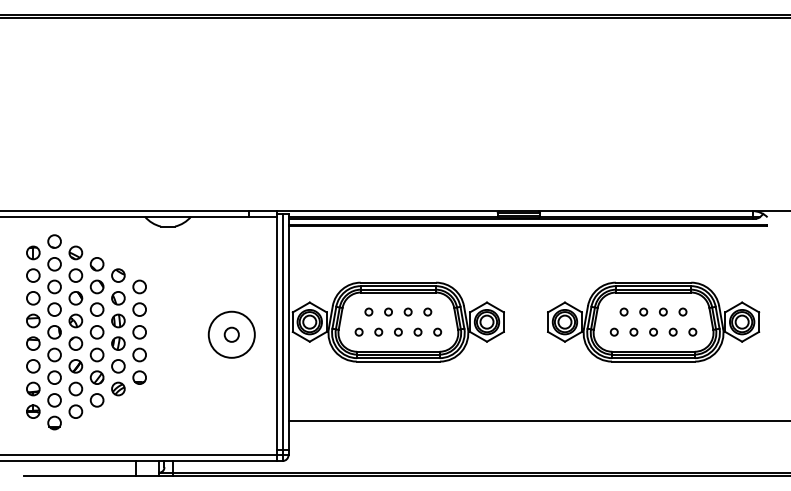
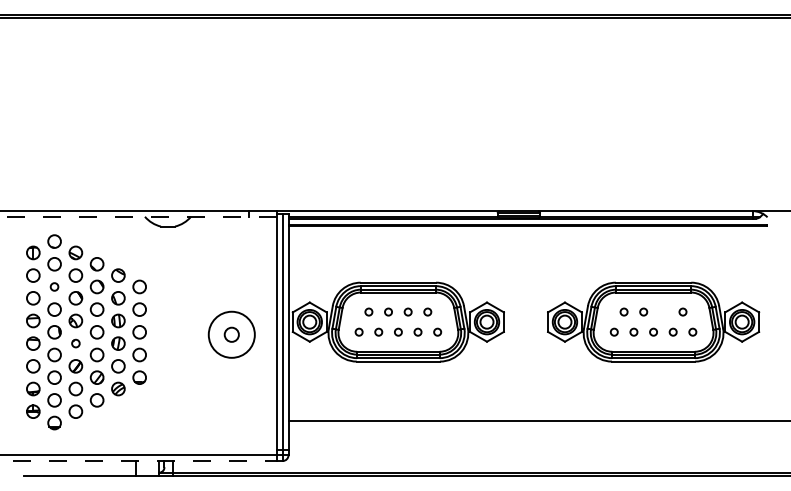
line at (138, 216): solid -> dashed
circle at (54, 286) size: 15x16 px -> 11x10 px
circle at (663, 311): present -> none
part at (75, 343) size: 16x15 px -> 10x11 px
line at (141, 460): solid -> dashed
